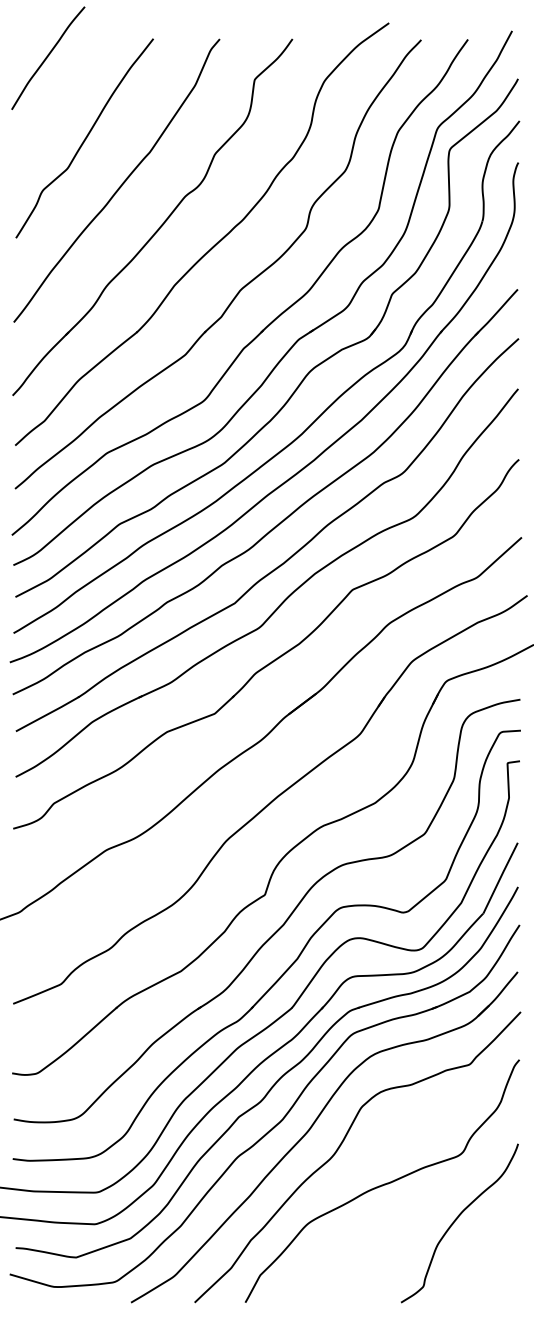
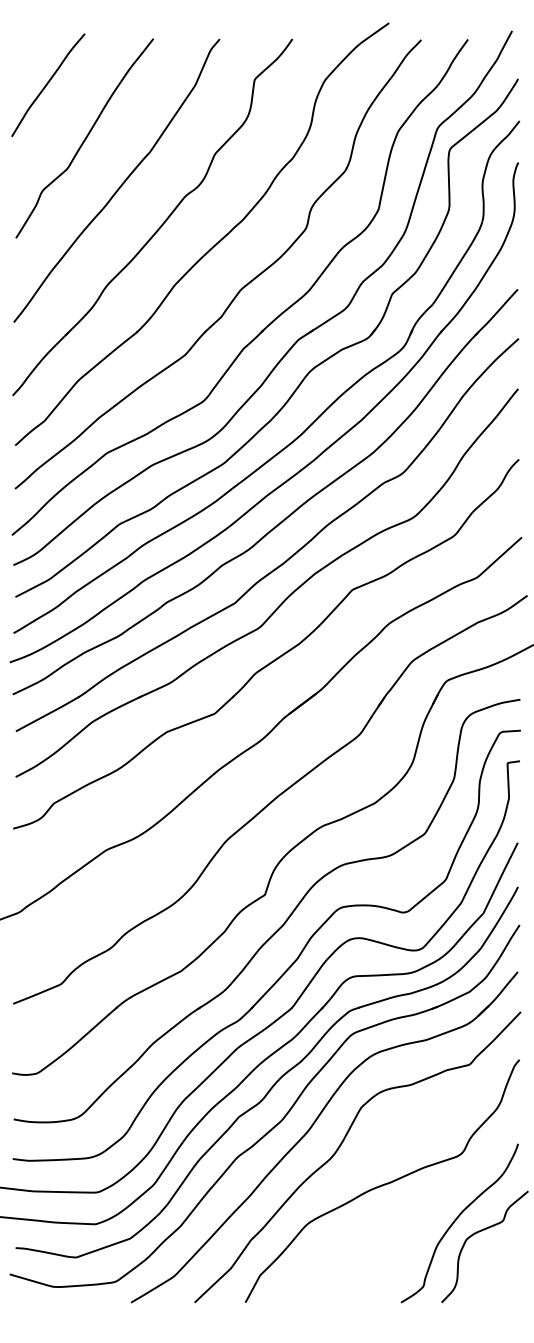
curve at (48, 56) position: (48, 56) -> (48, 83)
curve at (477, 1233): none -> present
